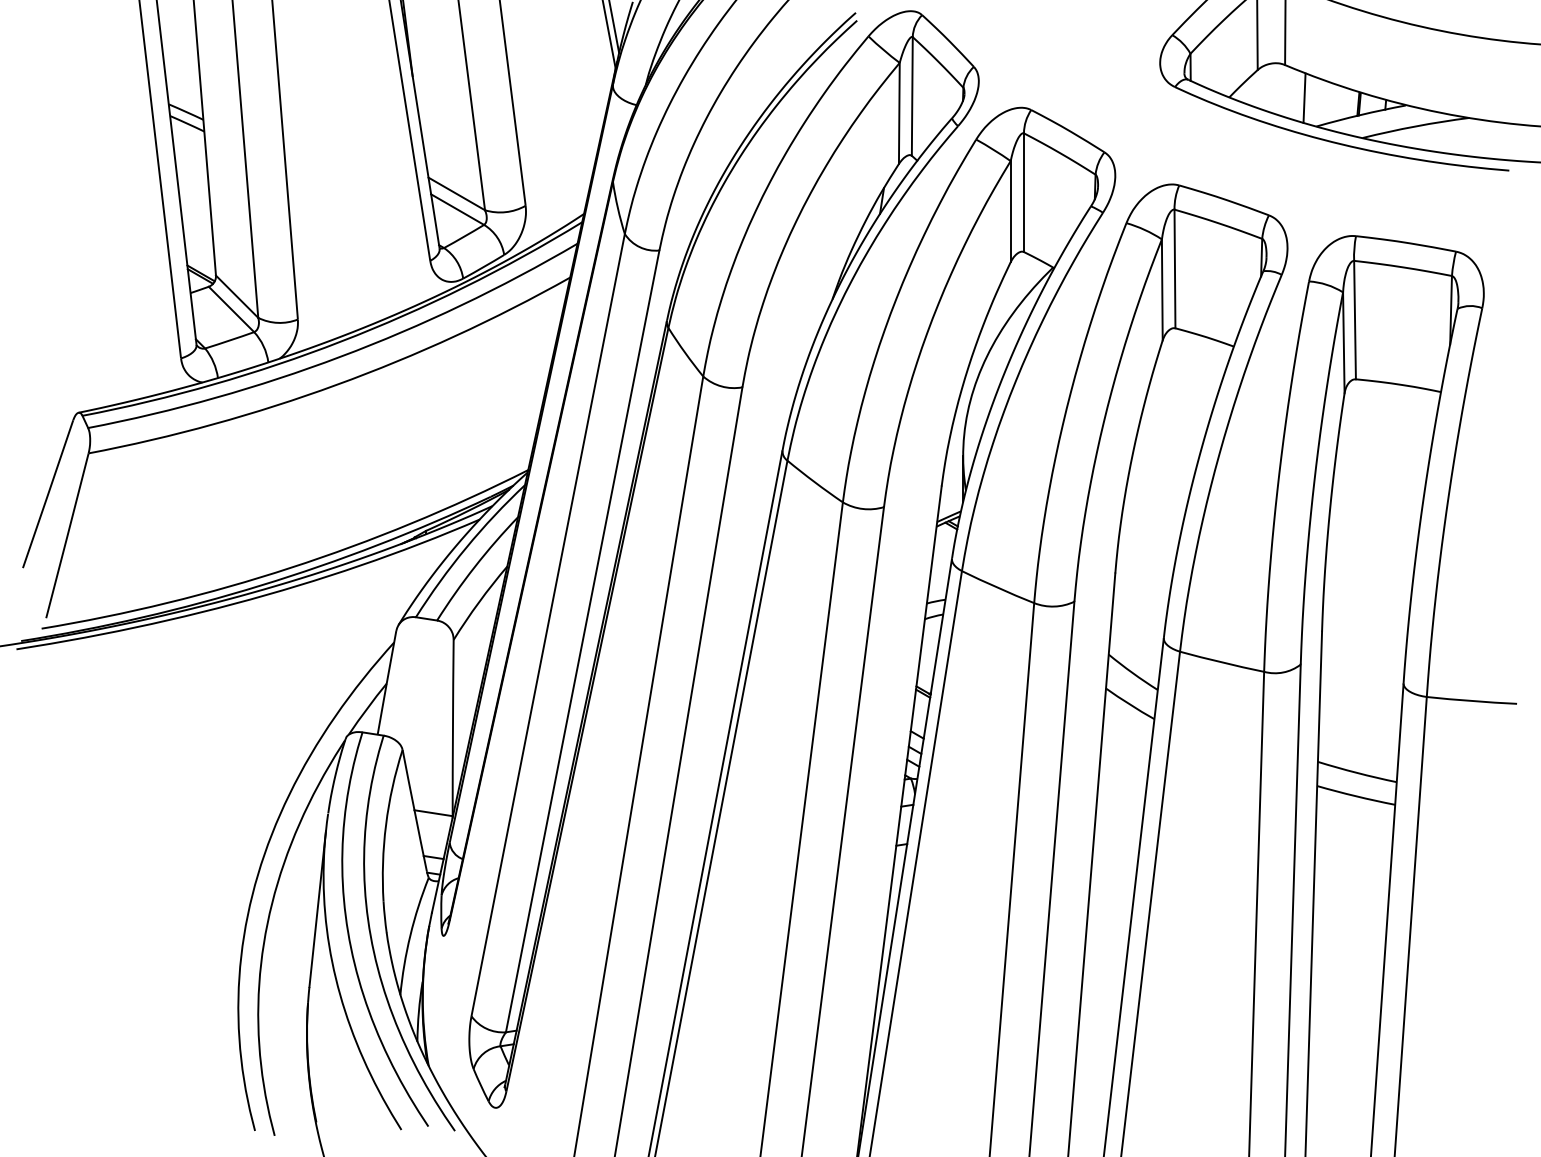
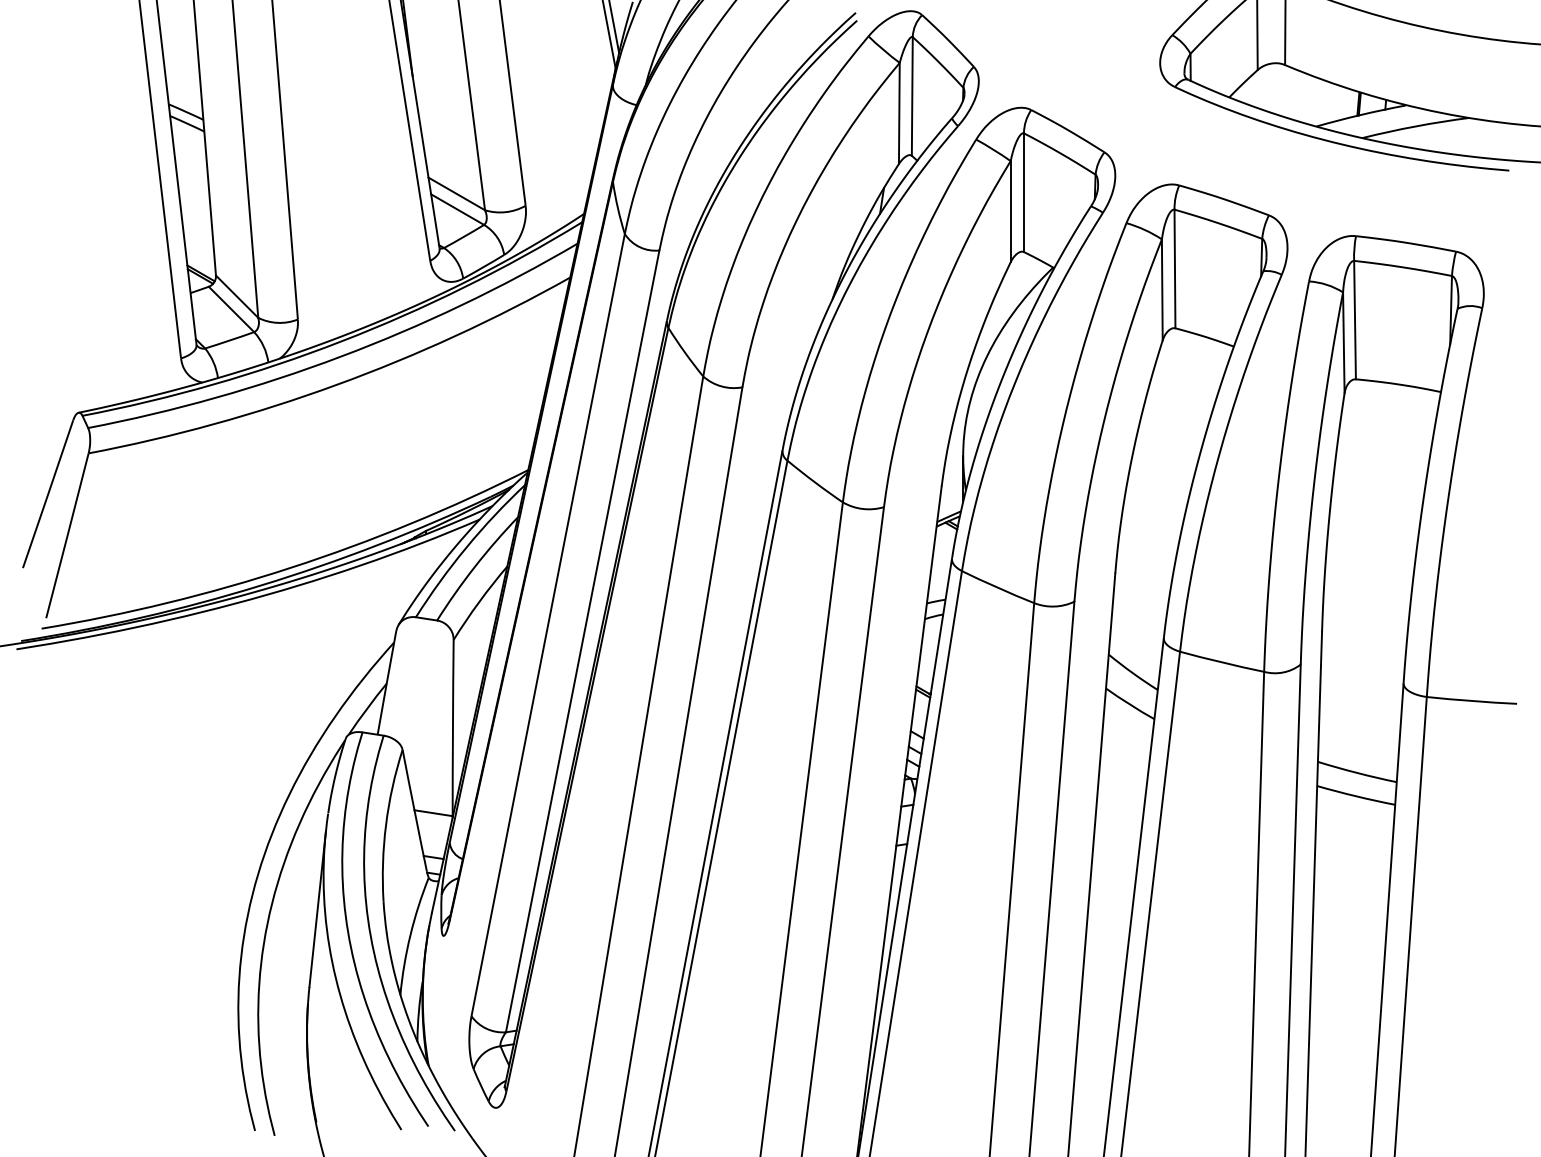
line at (1304, 97): present -> none
